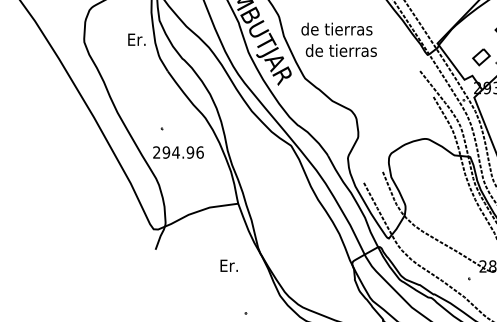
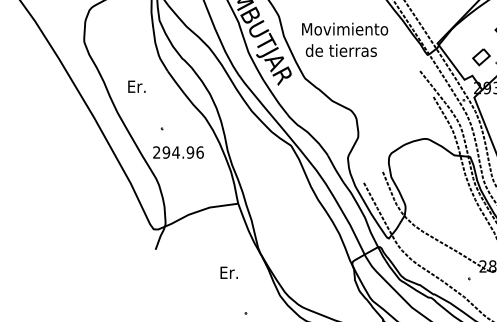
text at (344, 28): de tierras -> Movimiento
text at (136, 39) position: (136, 39) -> (136, 86)
text at (228, 265) position: (228, 265) -> (228, 272)
